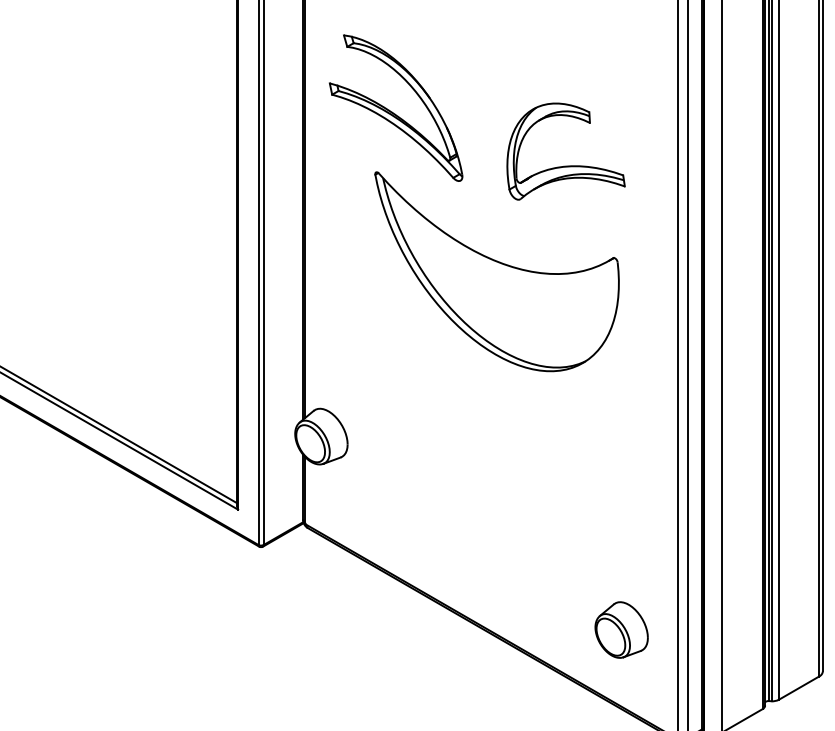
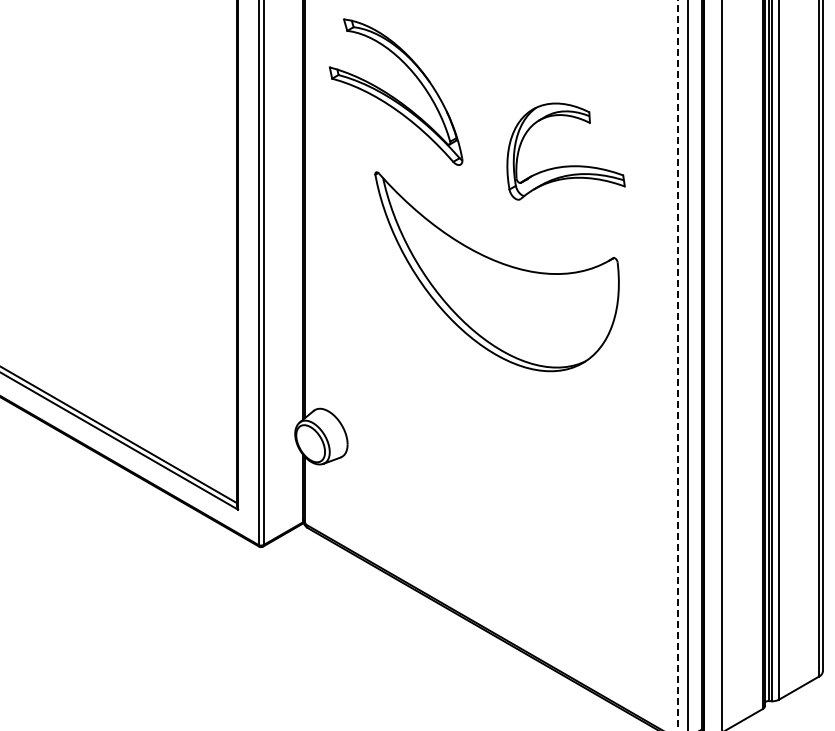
part at (396, 107) position: (396, 107) -> (396, 91)
line at (677, 365): solid -> dashed
part at (621, 629): present -> none
